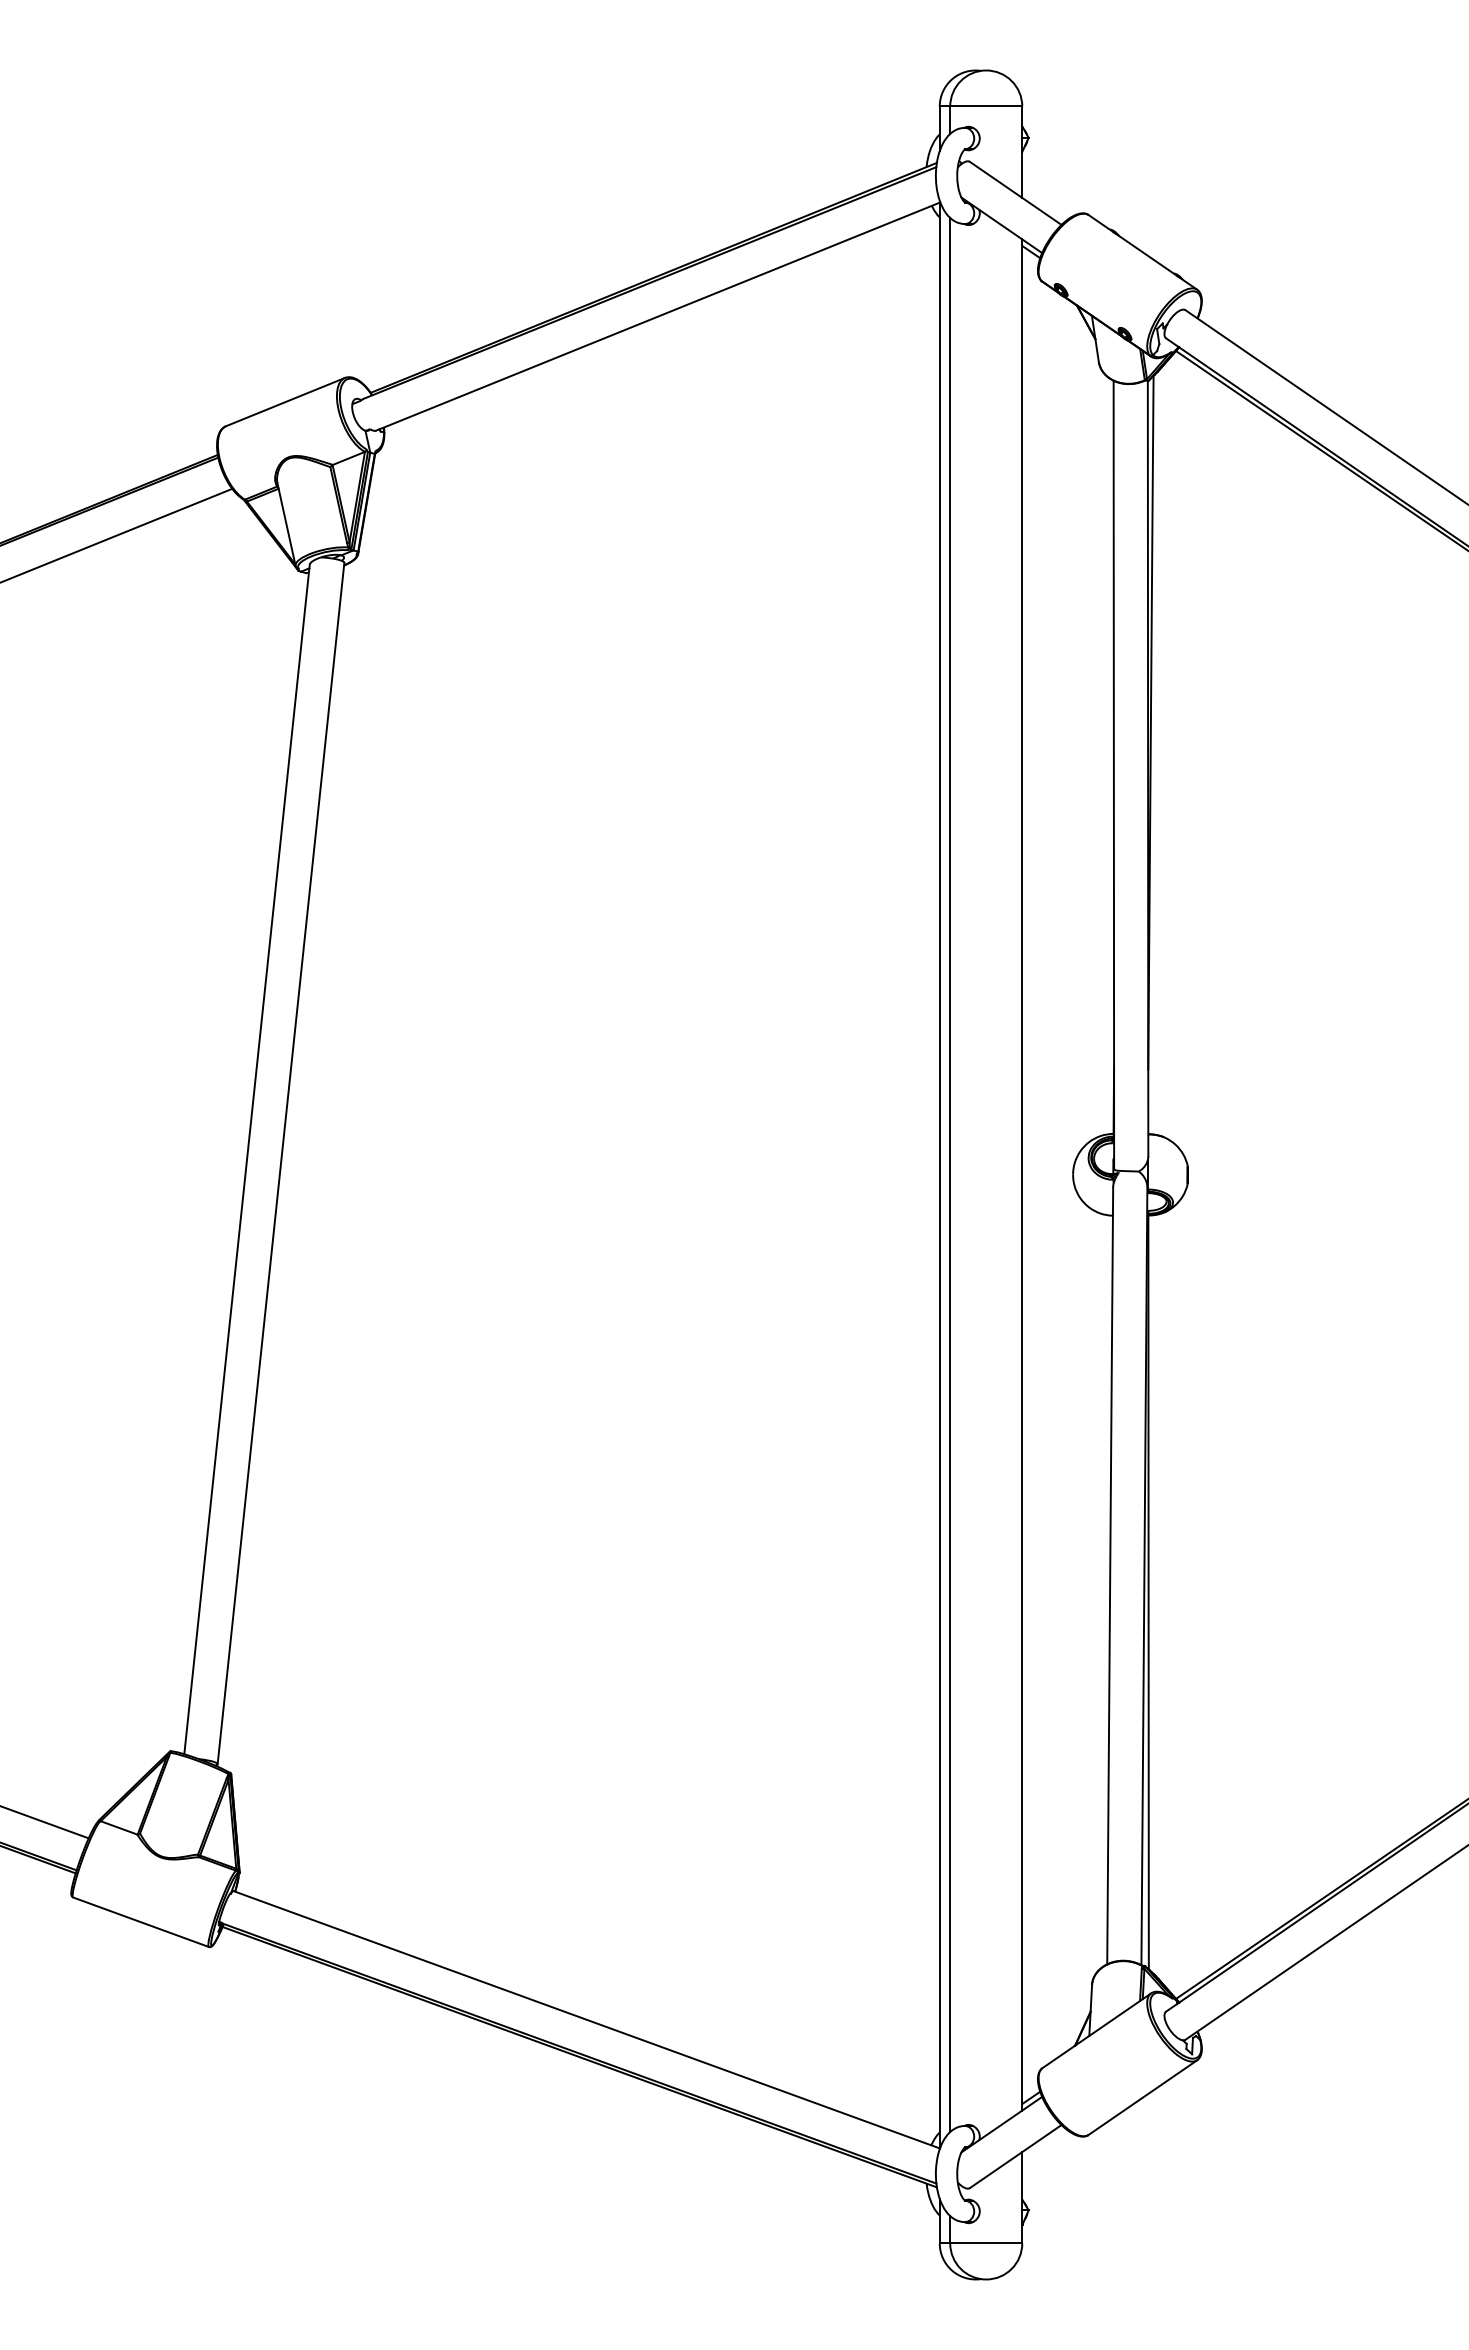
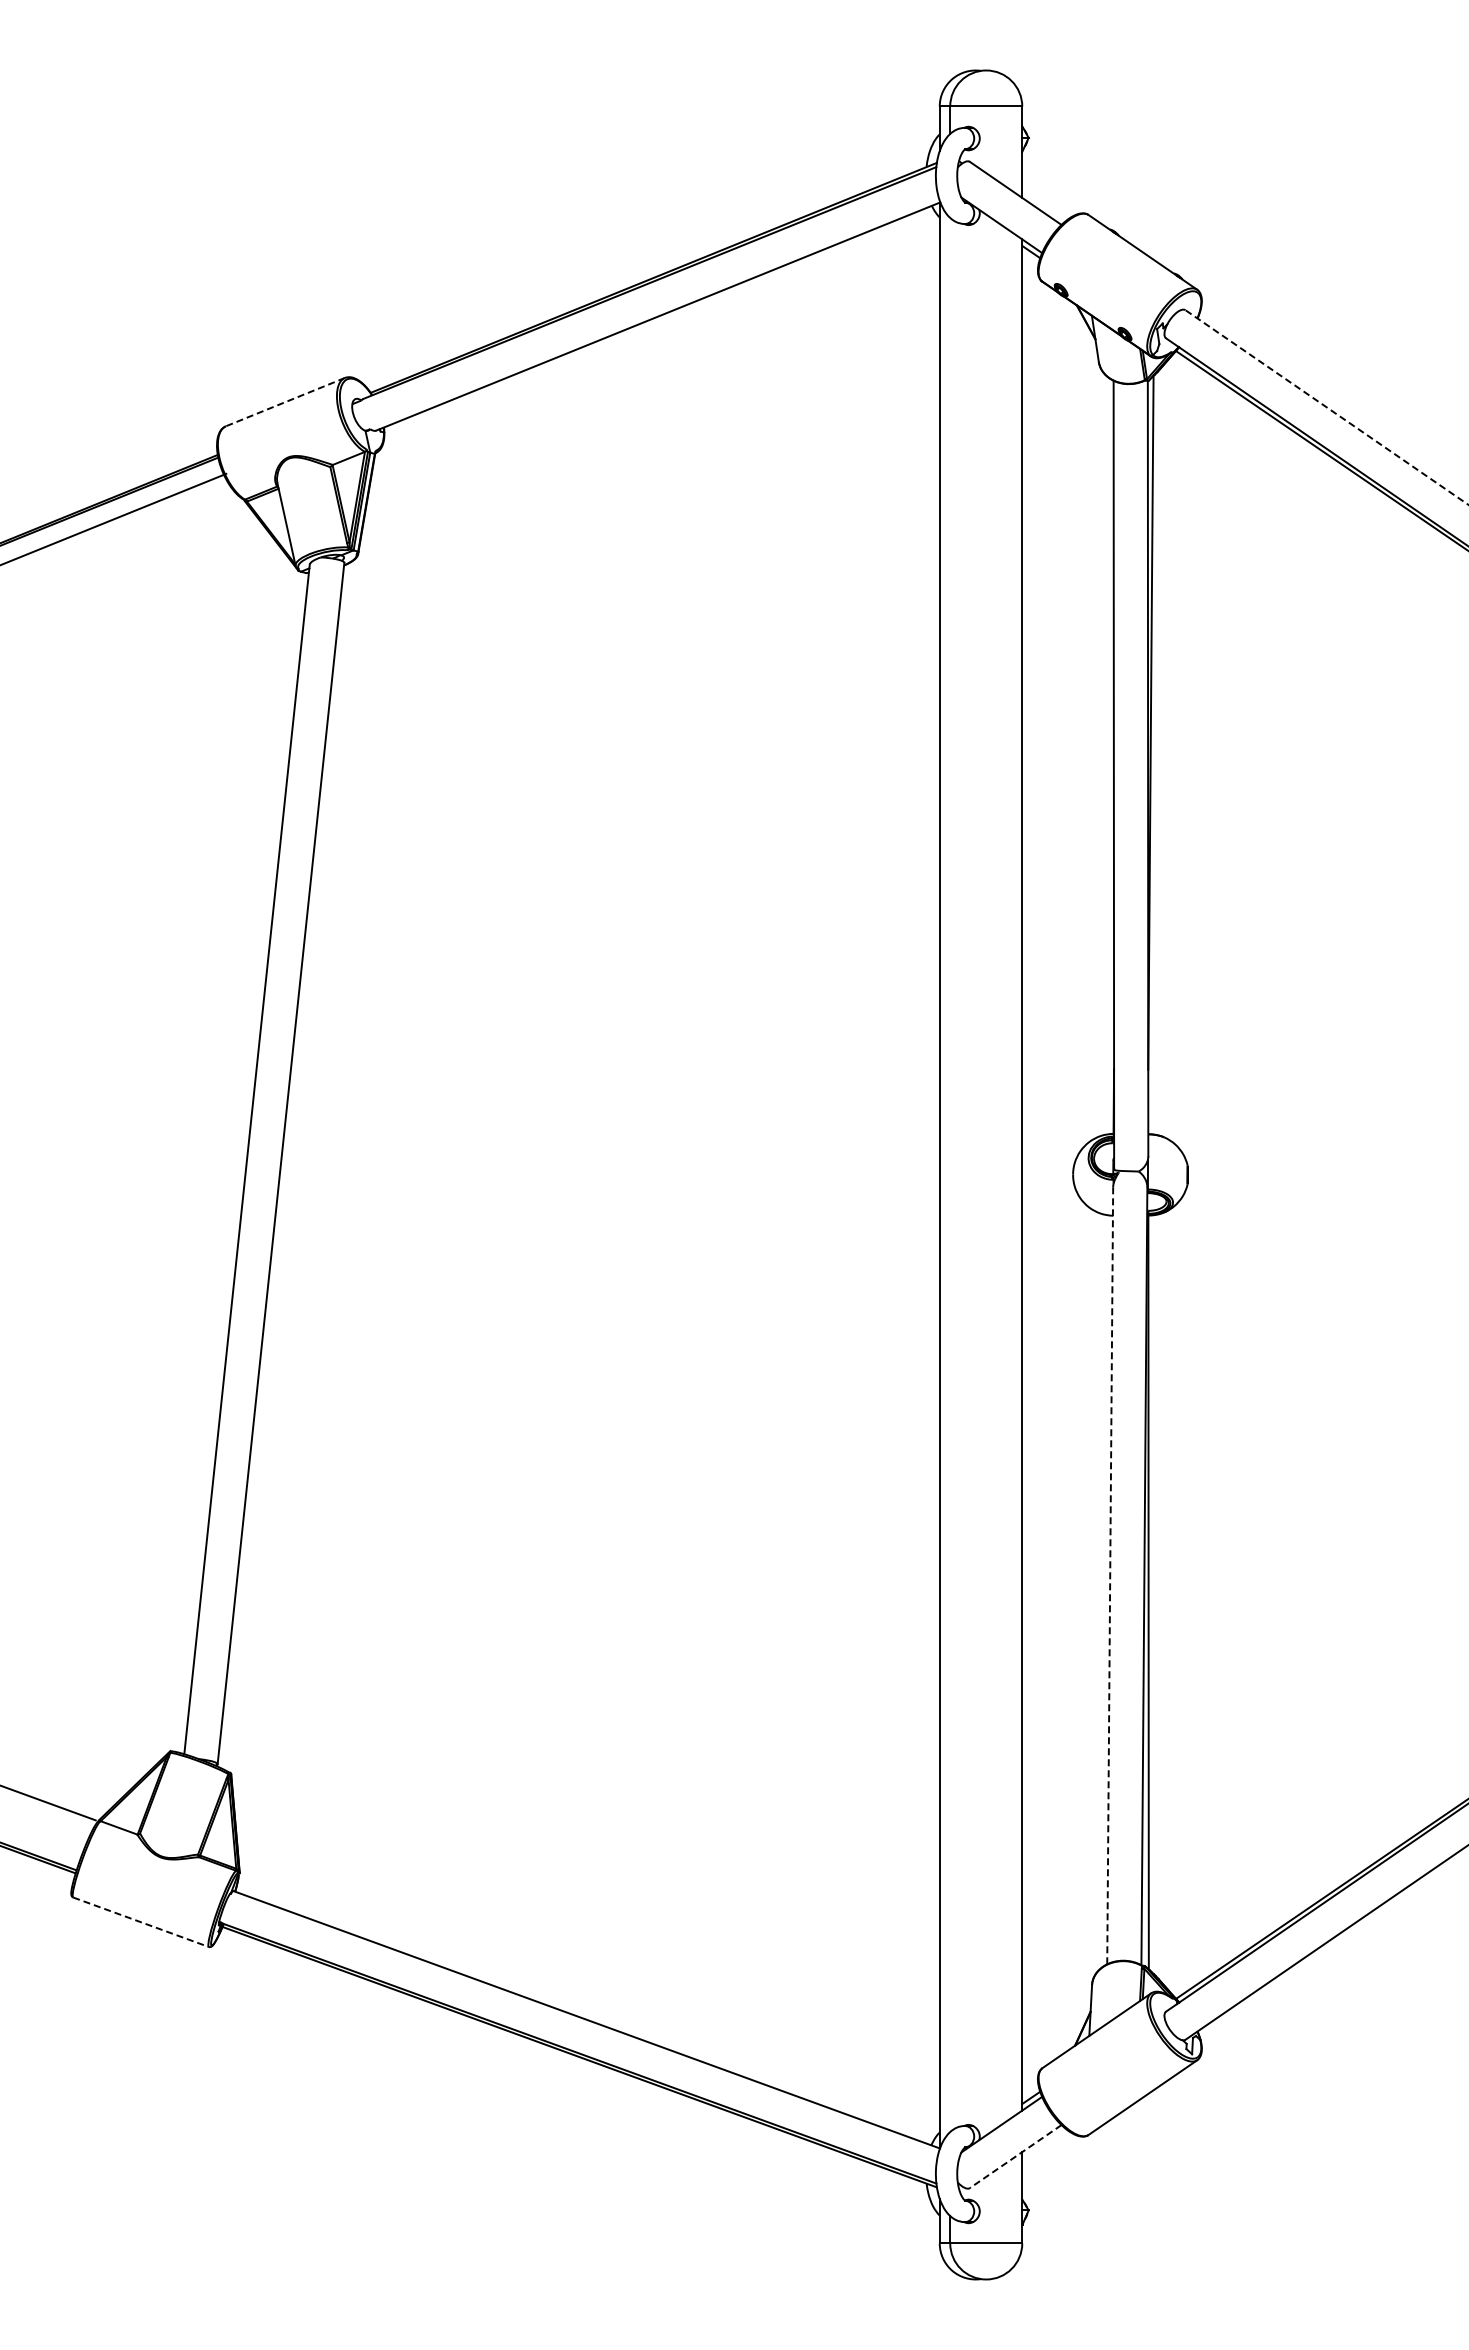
line at (284, 402): solid -> dashed
line at (1327, 407): solid -> dashed
line at (117, 535) position: (117, 535) -> (114, 518)
line at (950, 1174): present -> none
line at (1110, 1575): solid -> dashed
line at (45, 1822) position: (45, 1822) -> (48, 1803)
line at (141, 1922): solid -> dashed
line at (1015, 2156): solid -> dashed
